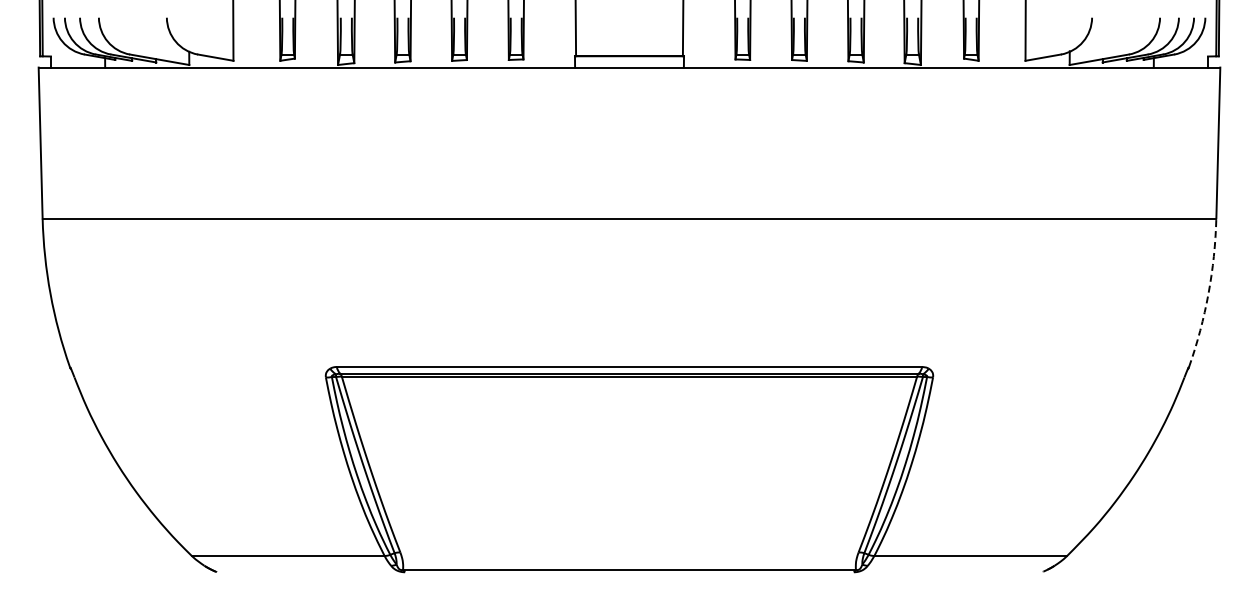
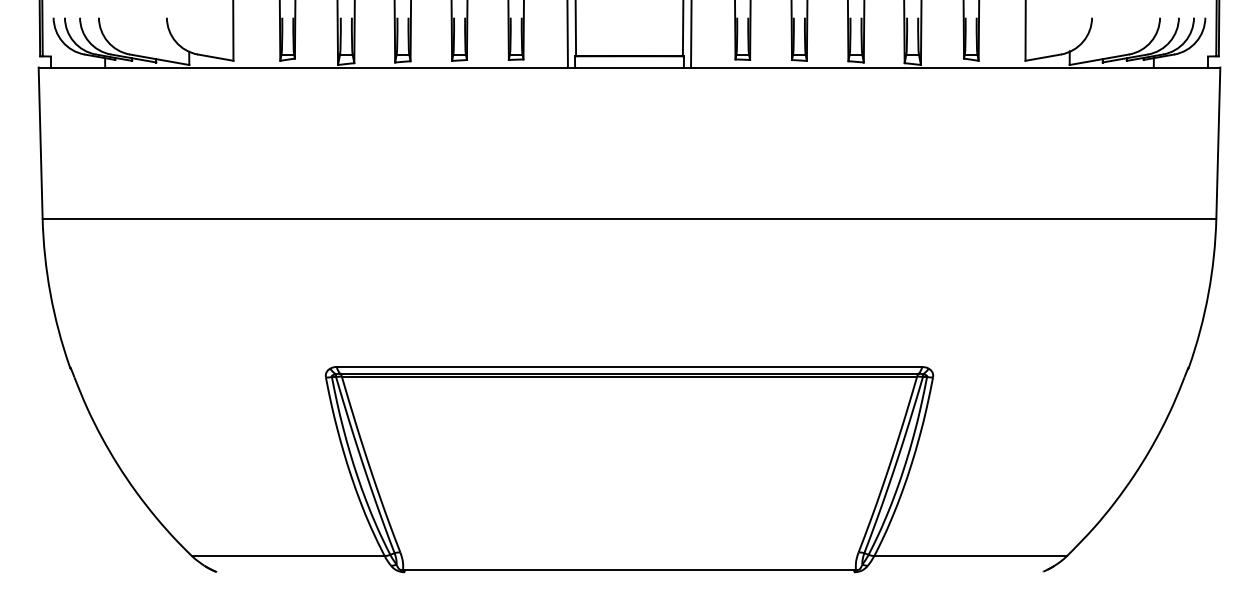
line at (567, 34): none -> present
line at (691, 34): none -> present
arc at (1208, 293): dashed -> solid
